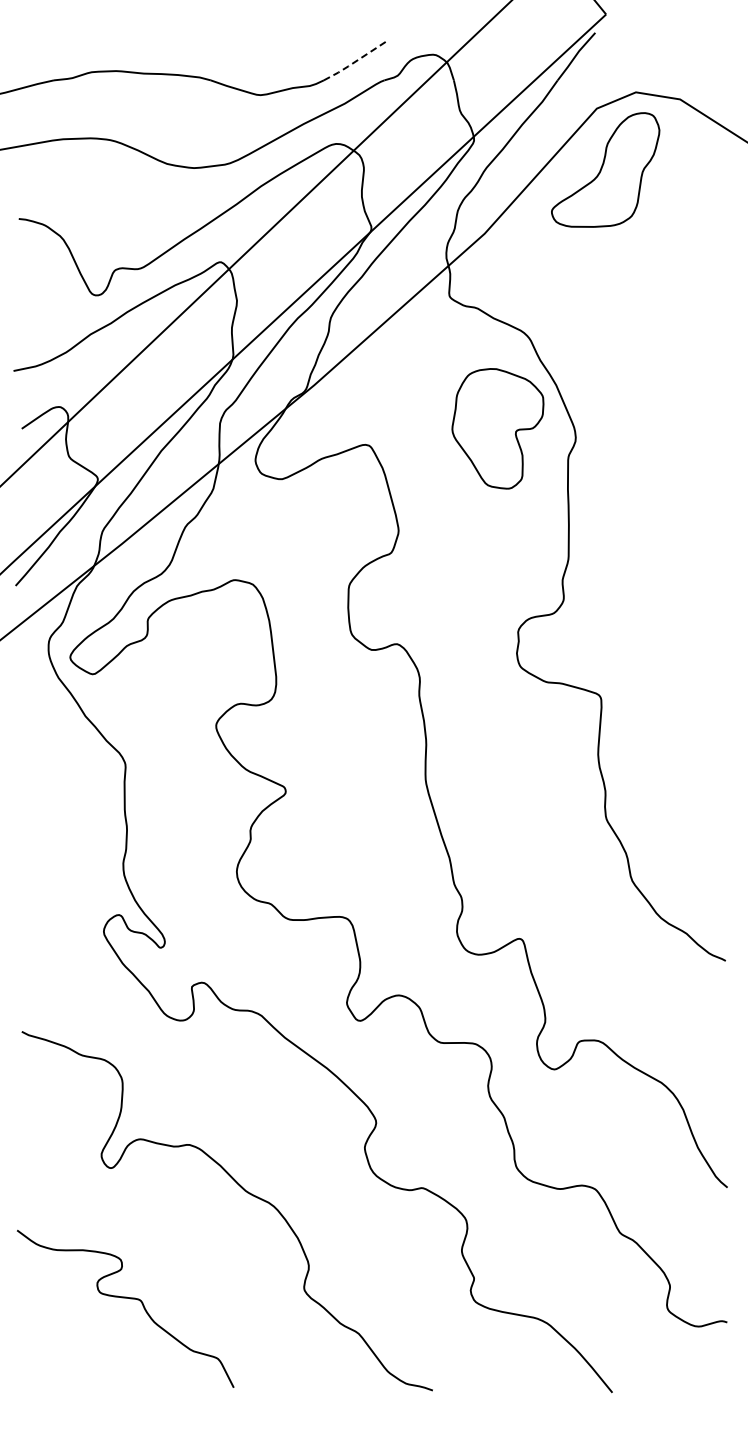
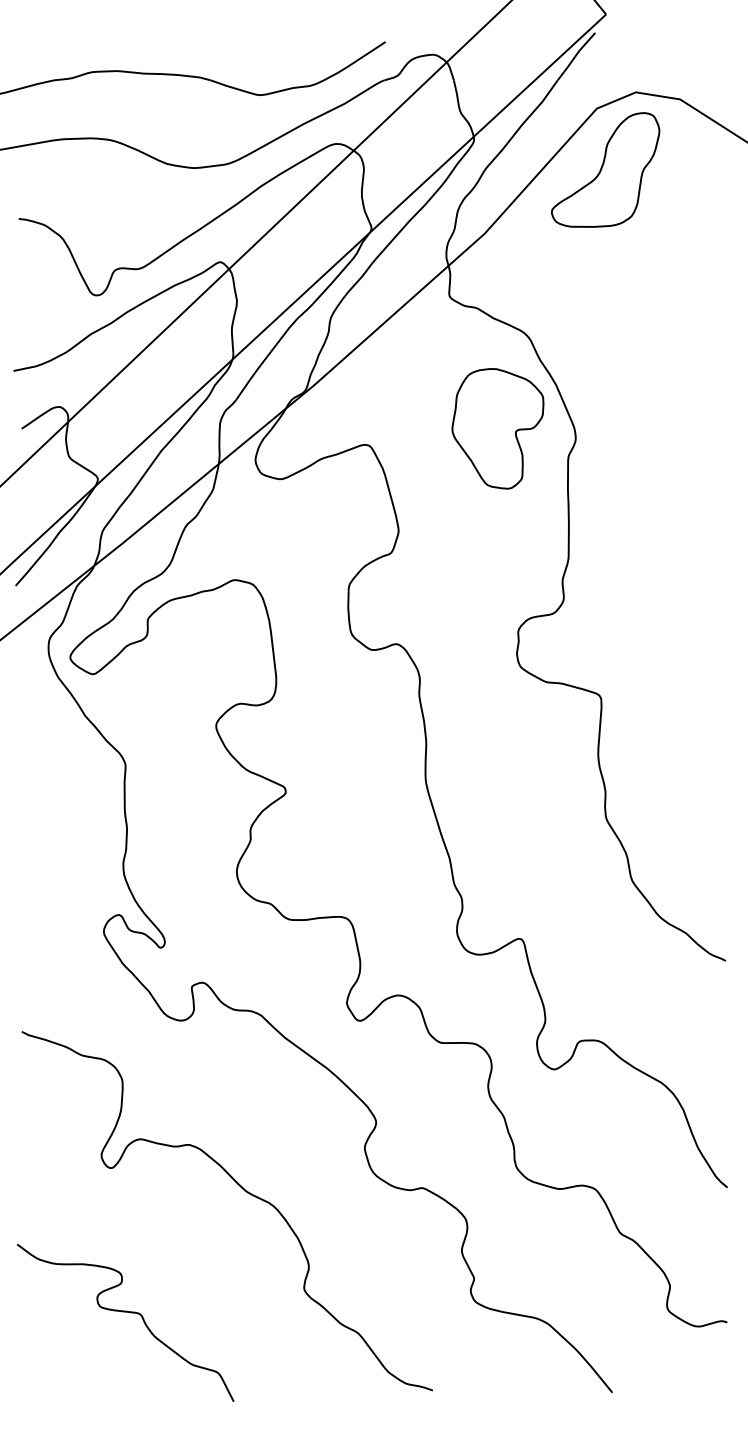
line at (354, 62): dashed -> solid
curve at (125, 1298) position: (125, 1298) -> (125, 1312)
